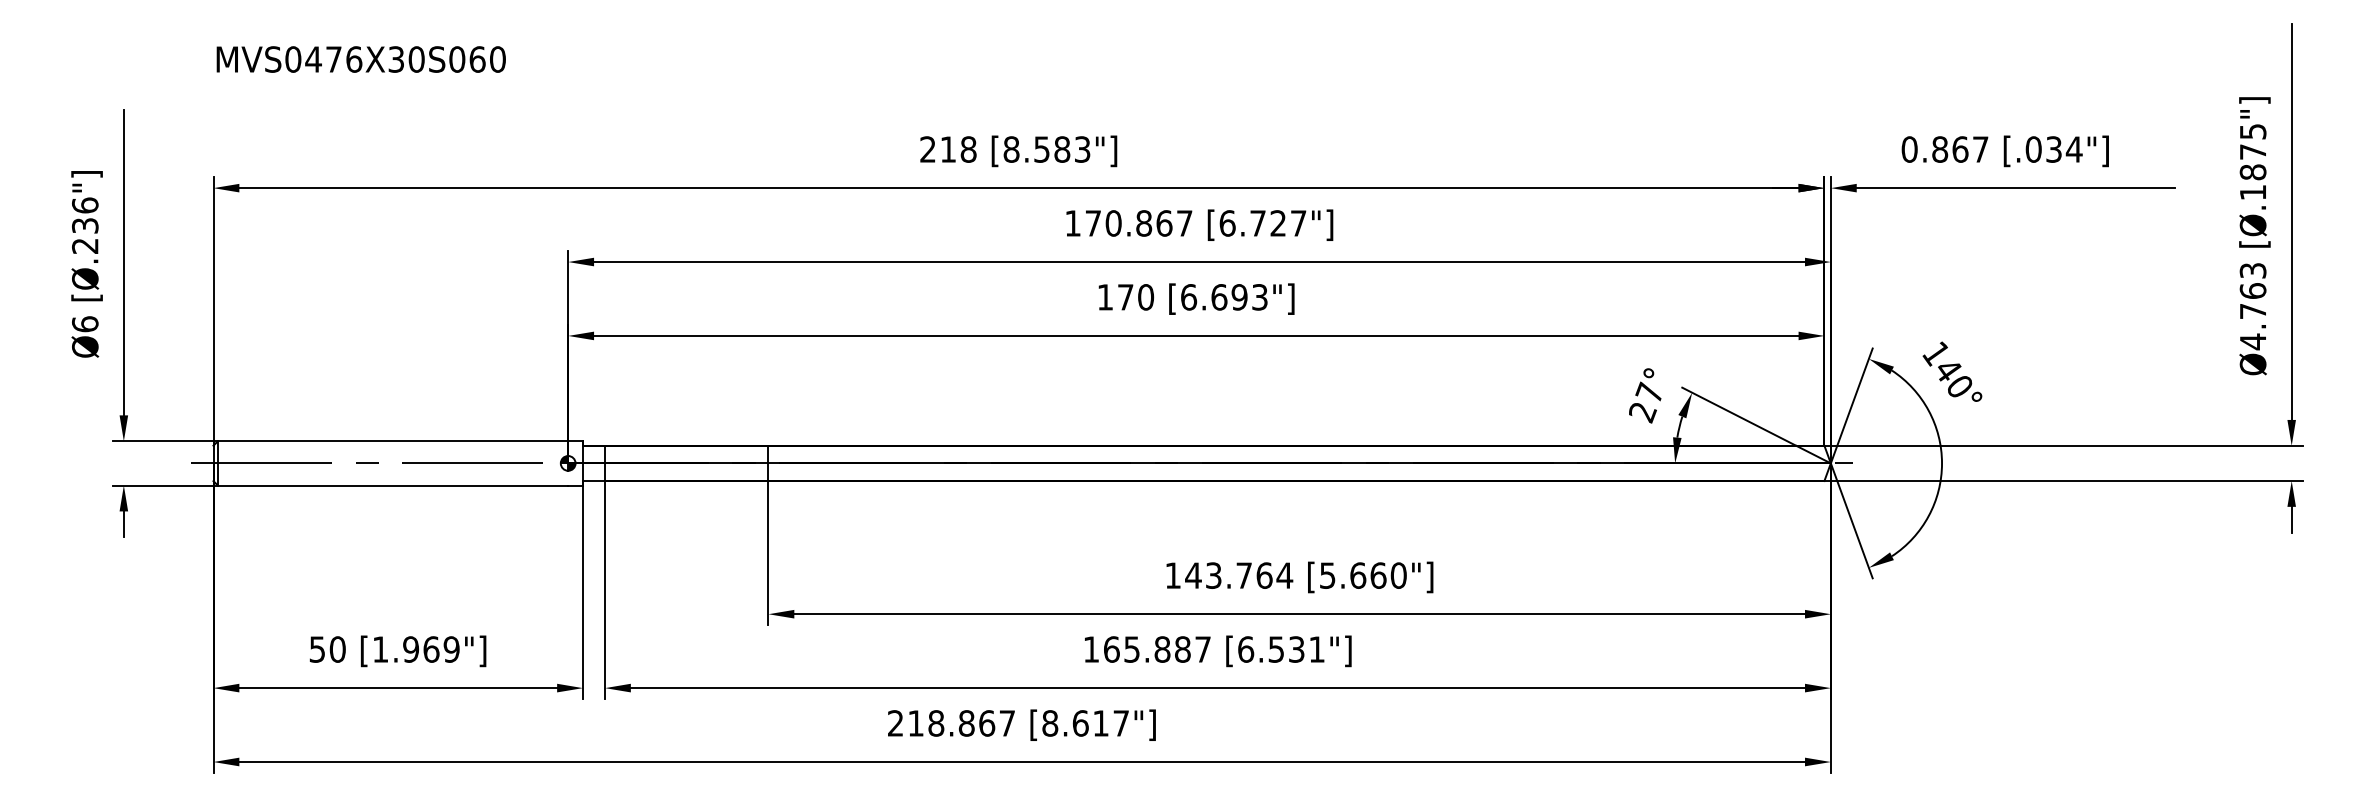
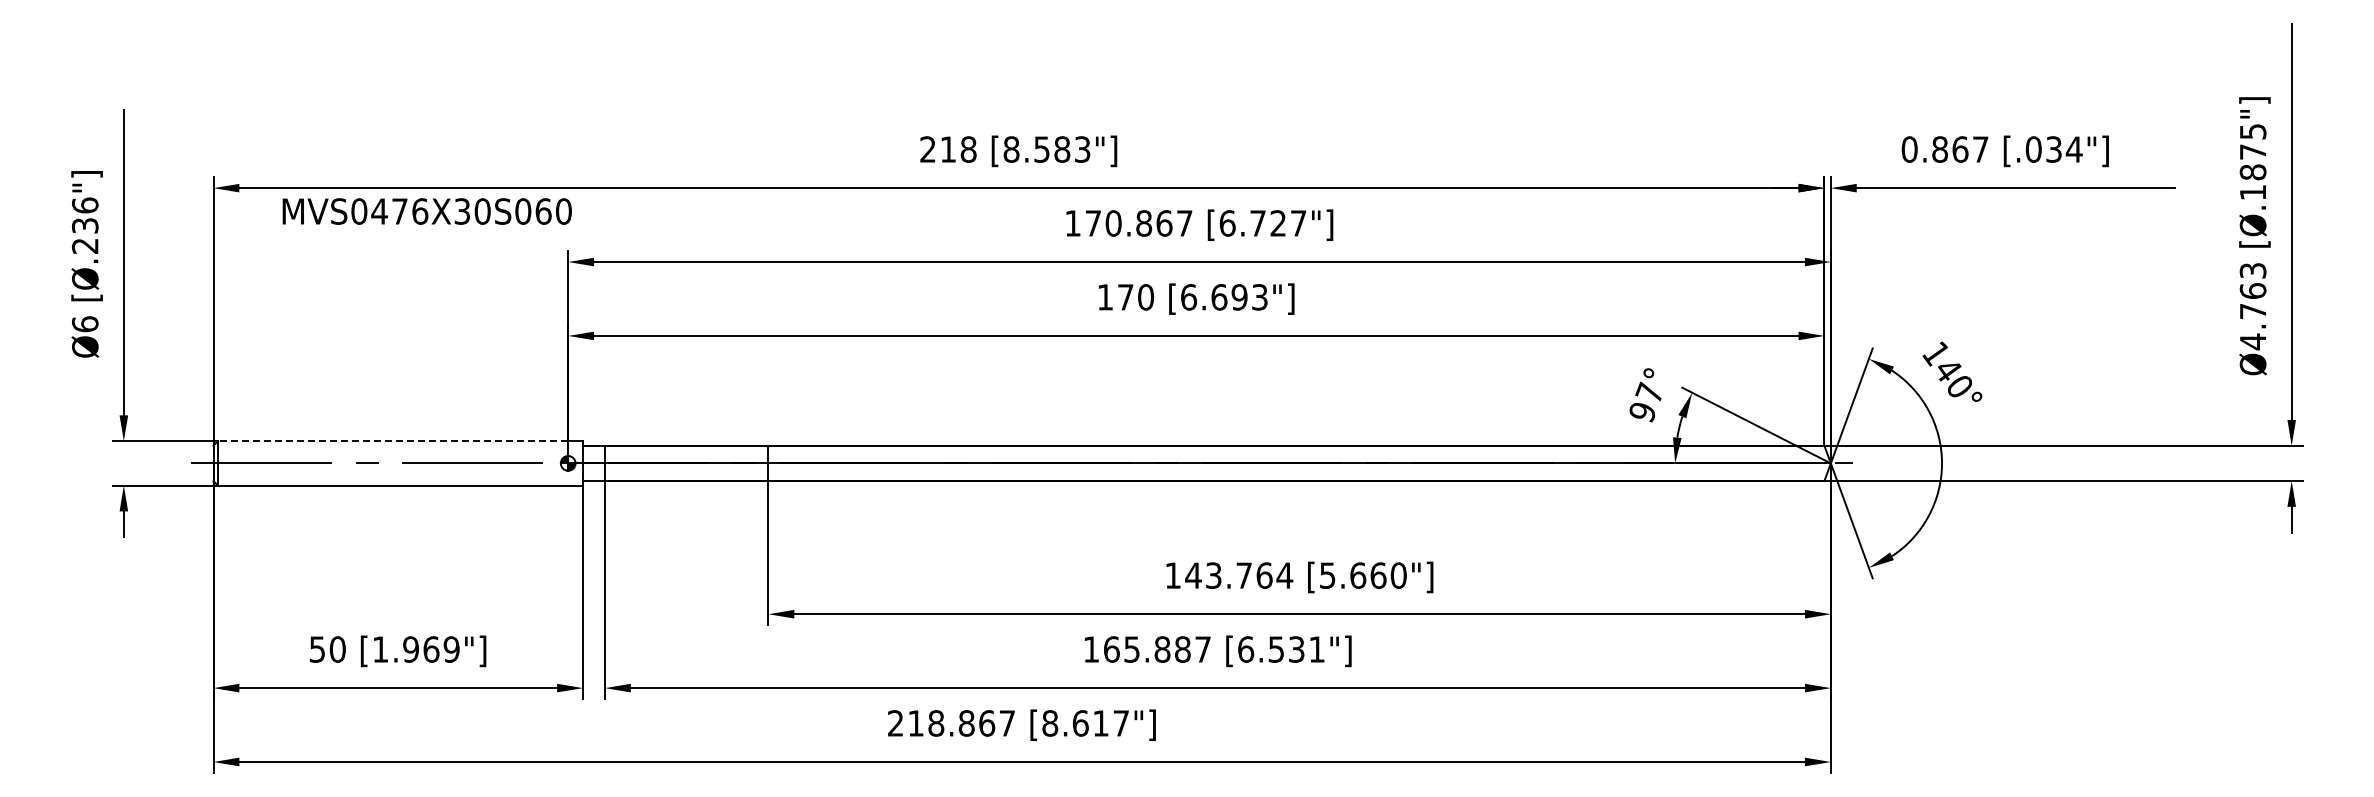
text at (360, 59) position: (360, 59) -> (426, 211)
text at (1642, 413): 27° -> 97°
line at (392, 441): solid -> dashed
